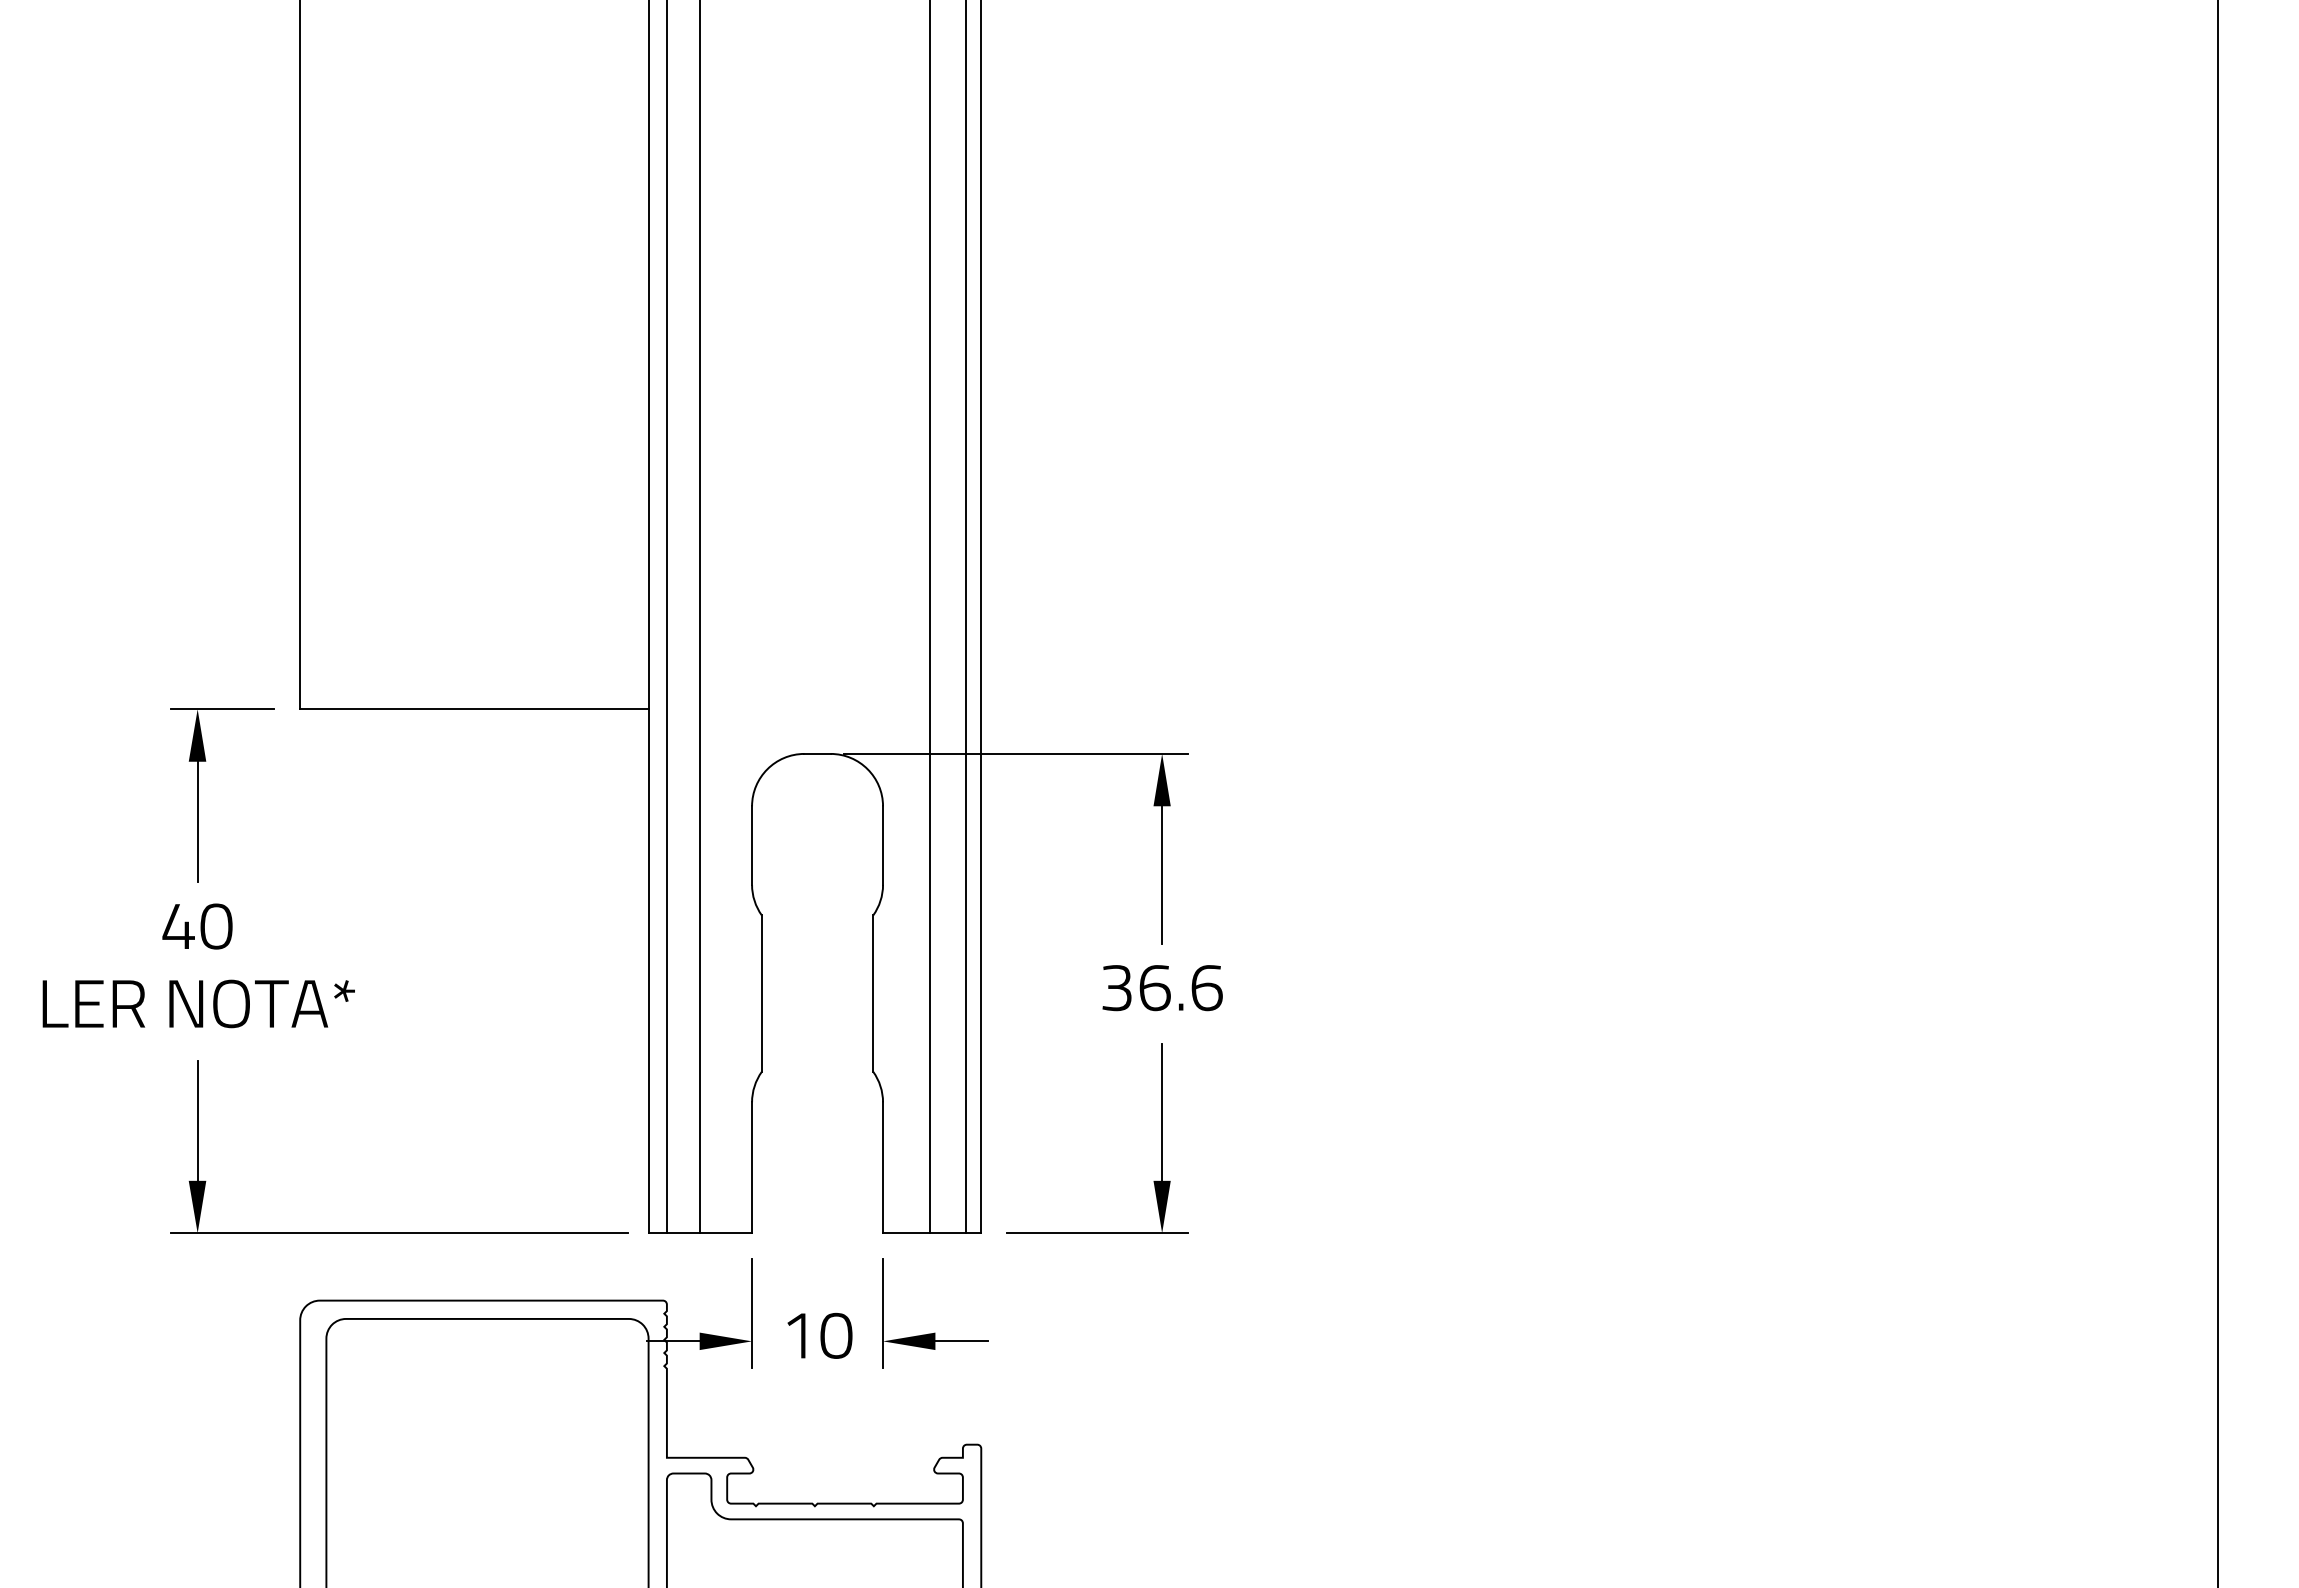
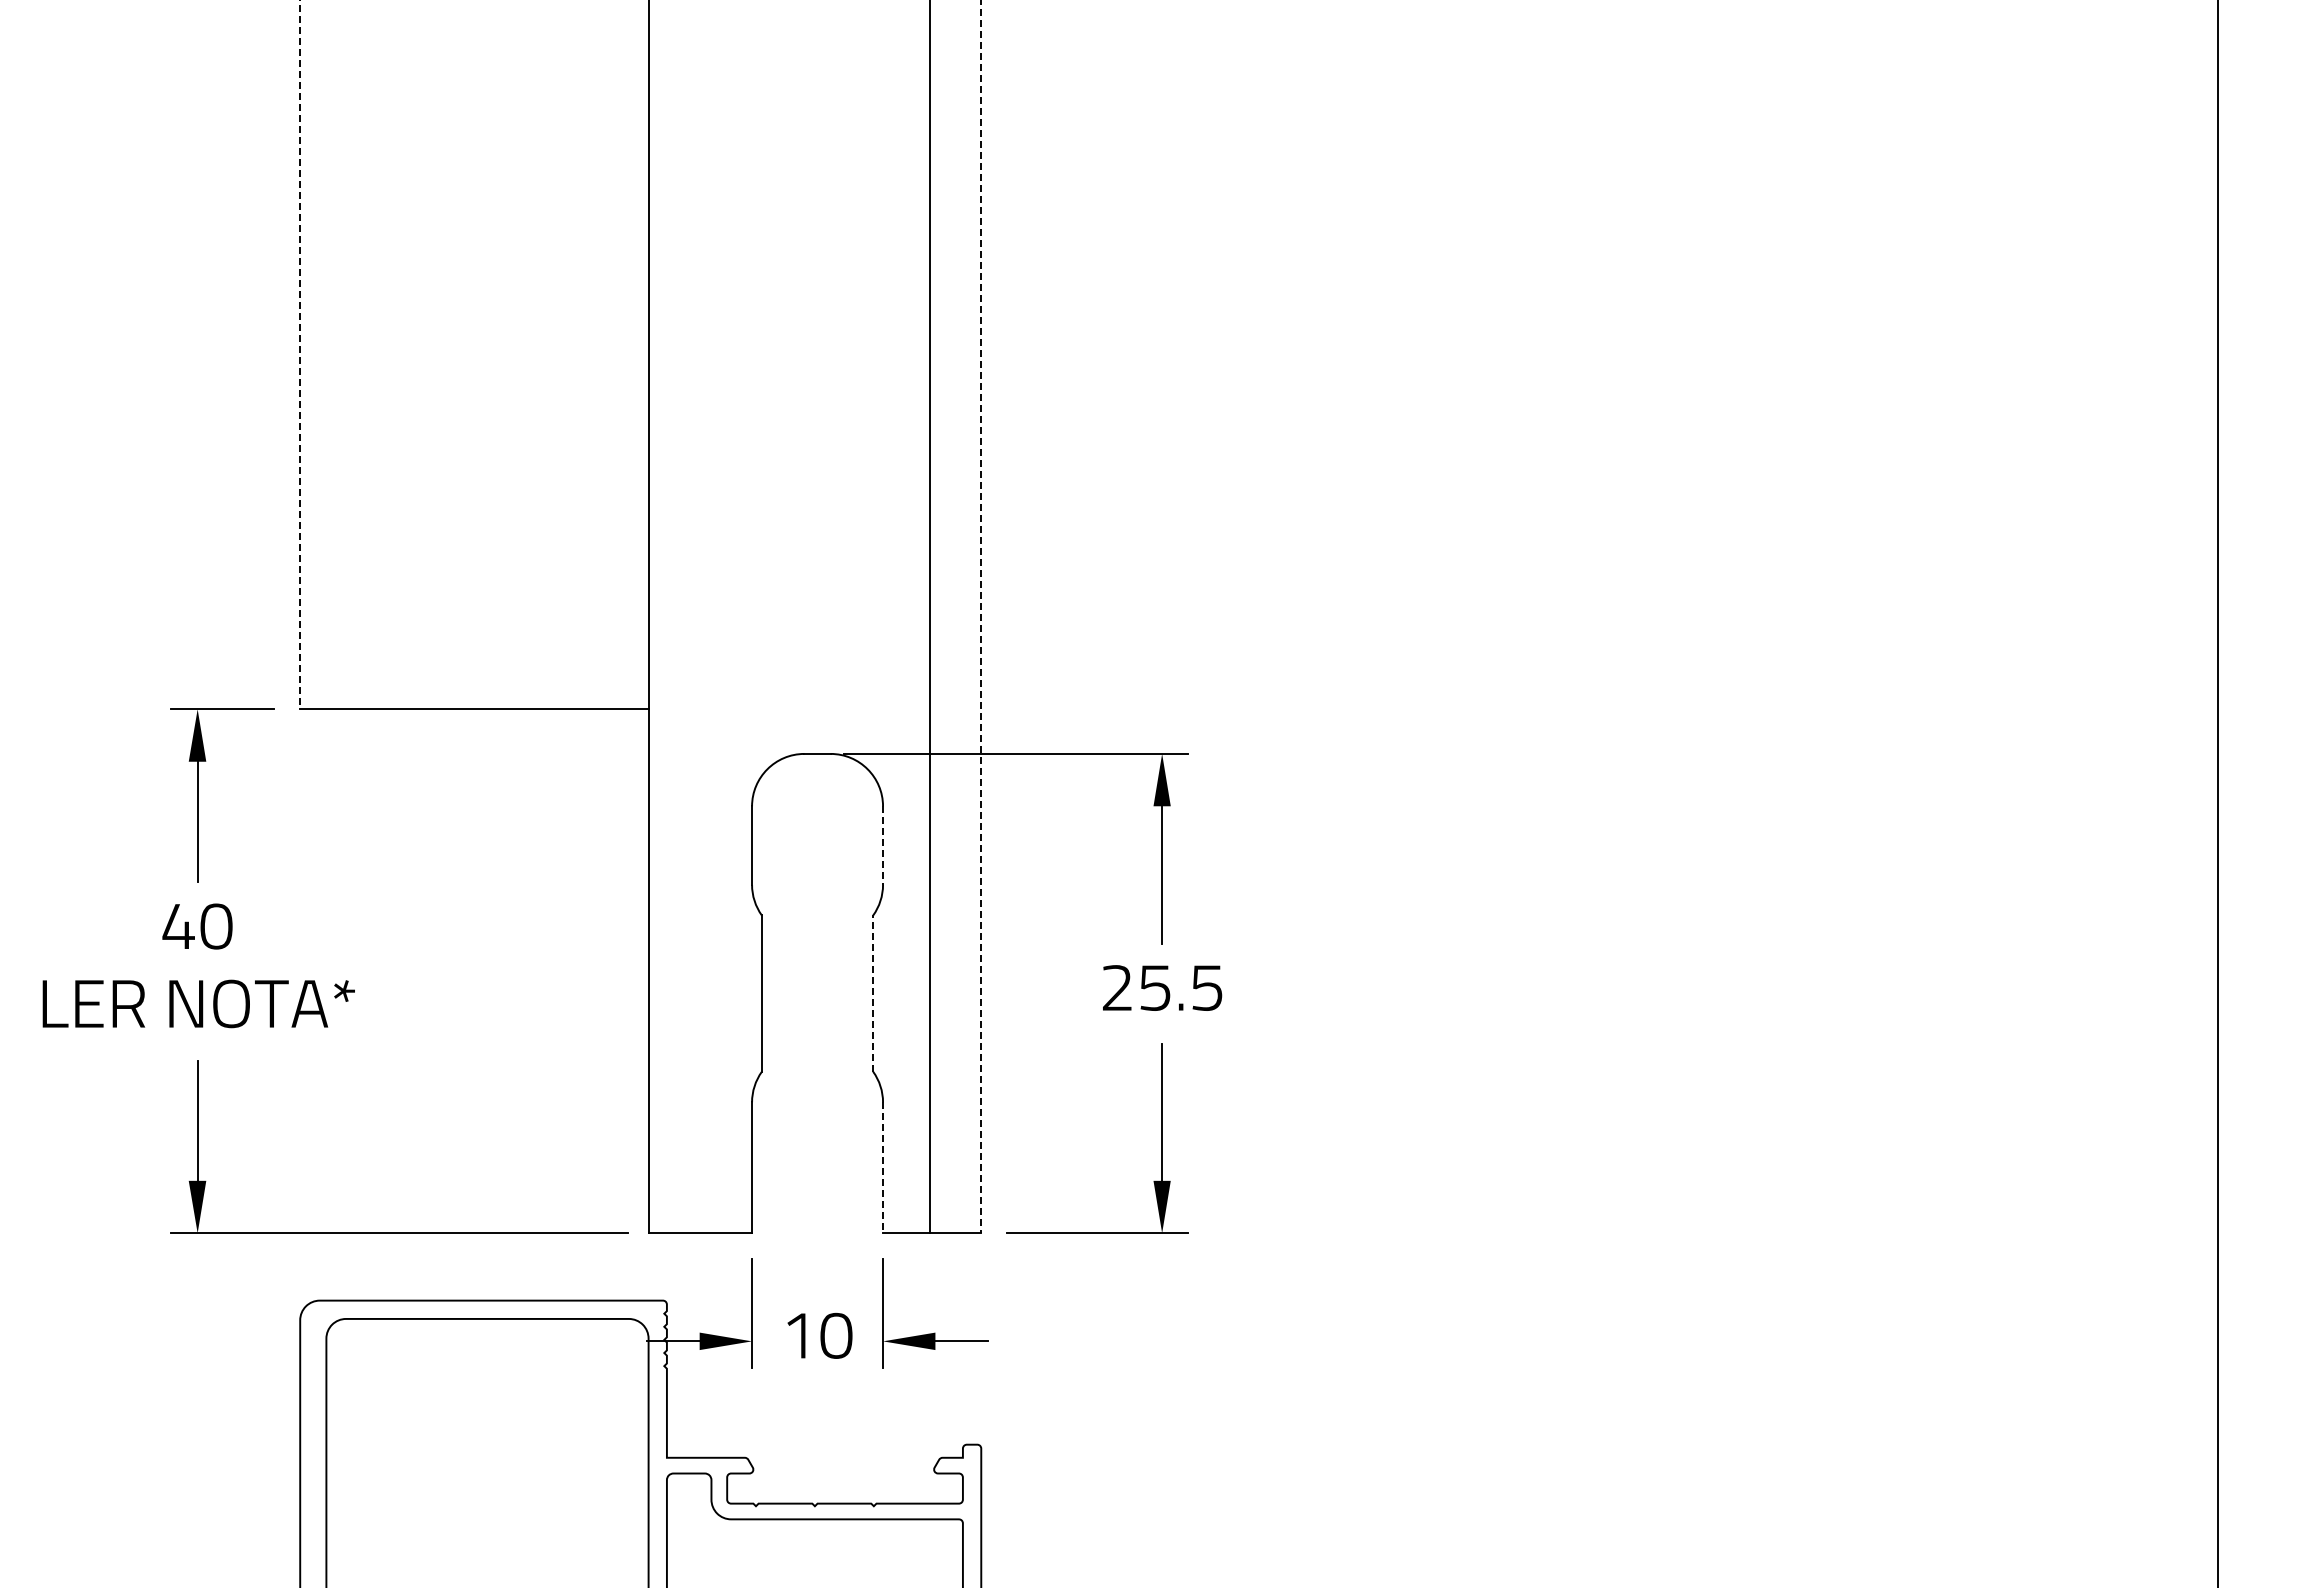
line at (300, 355): solid -> dashed
line at (666, 617): present -> none
line at (699, 617): present -> none
line at (965, 617): present -> none
line at (981, 617): solid -> dashed
line at (883, 846): solid -> dashed
text at (1162, 988): 36.6 -> 25.5
line at (873, 993): solid -> dashed
line at (883, 1168): solid -> dashed
